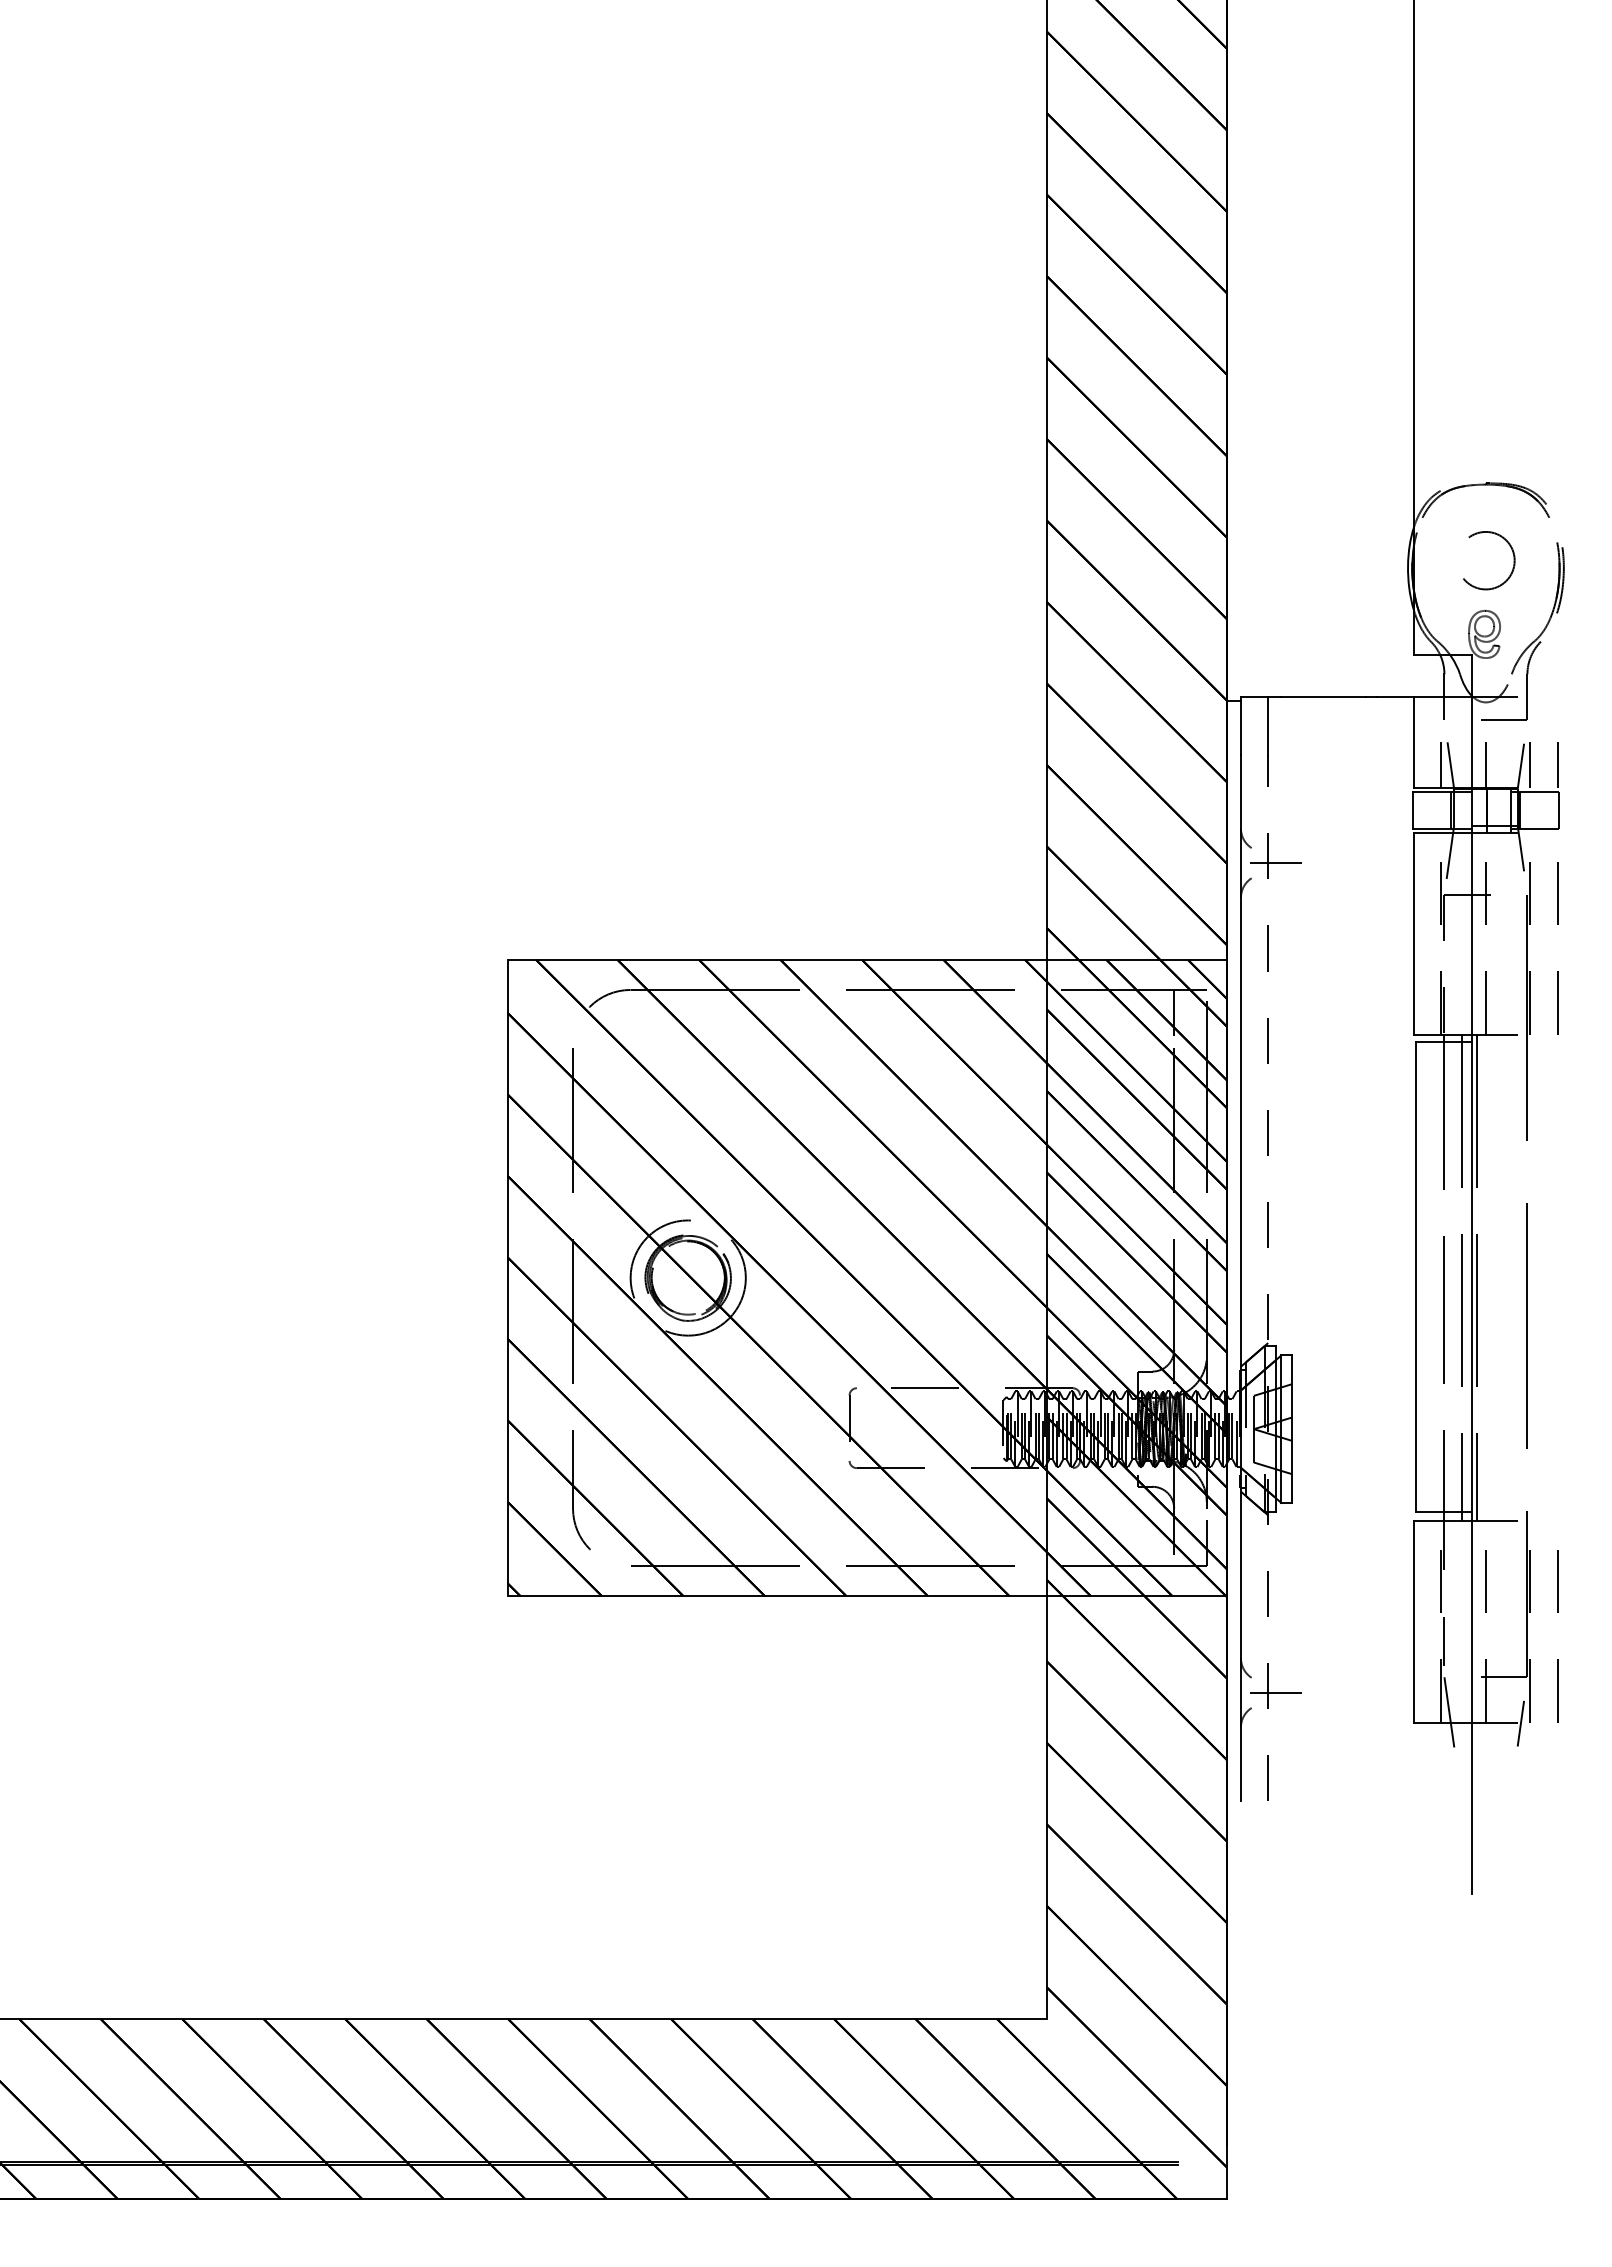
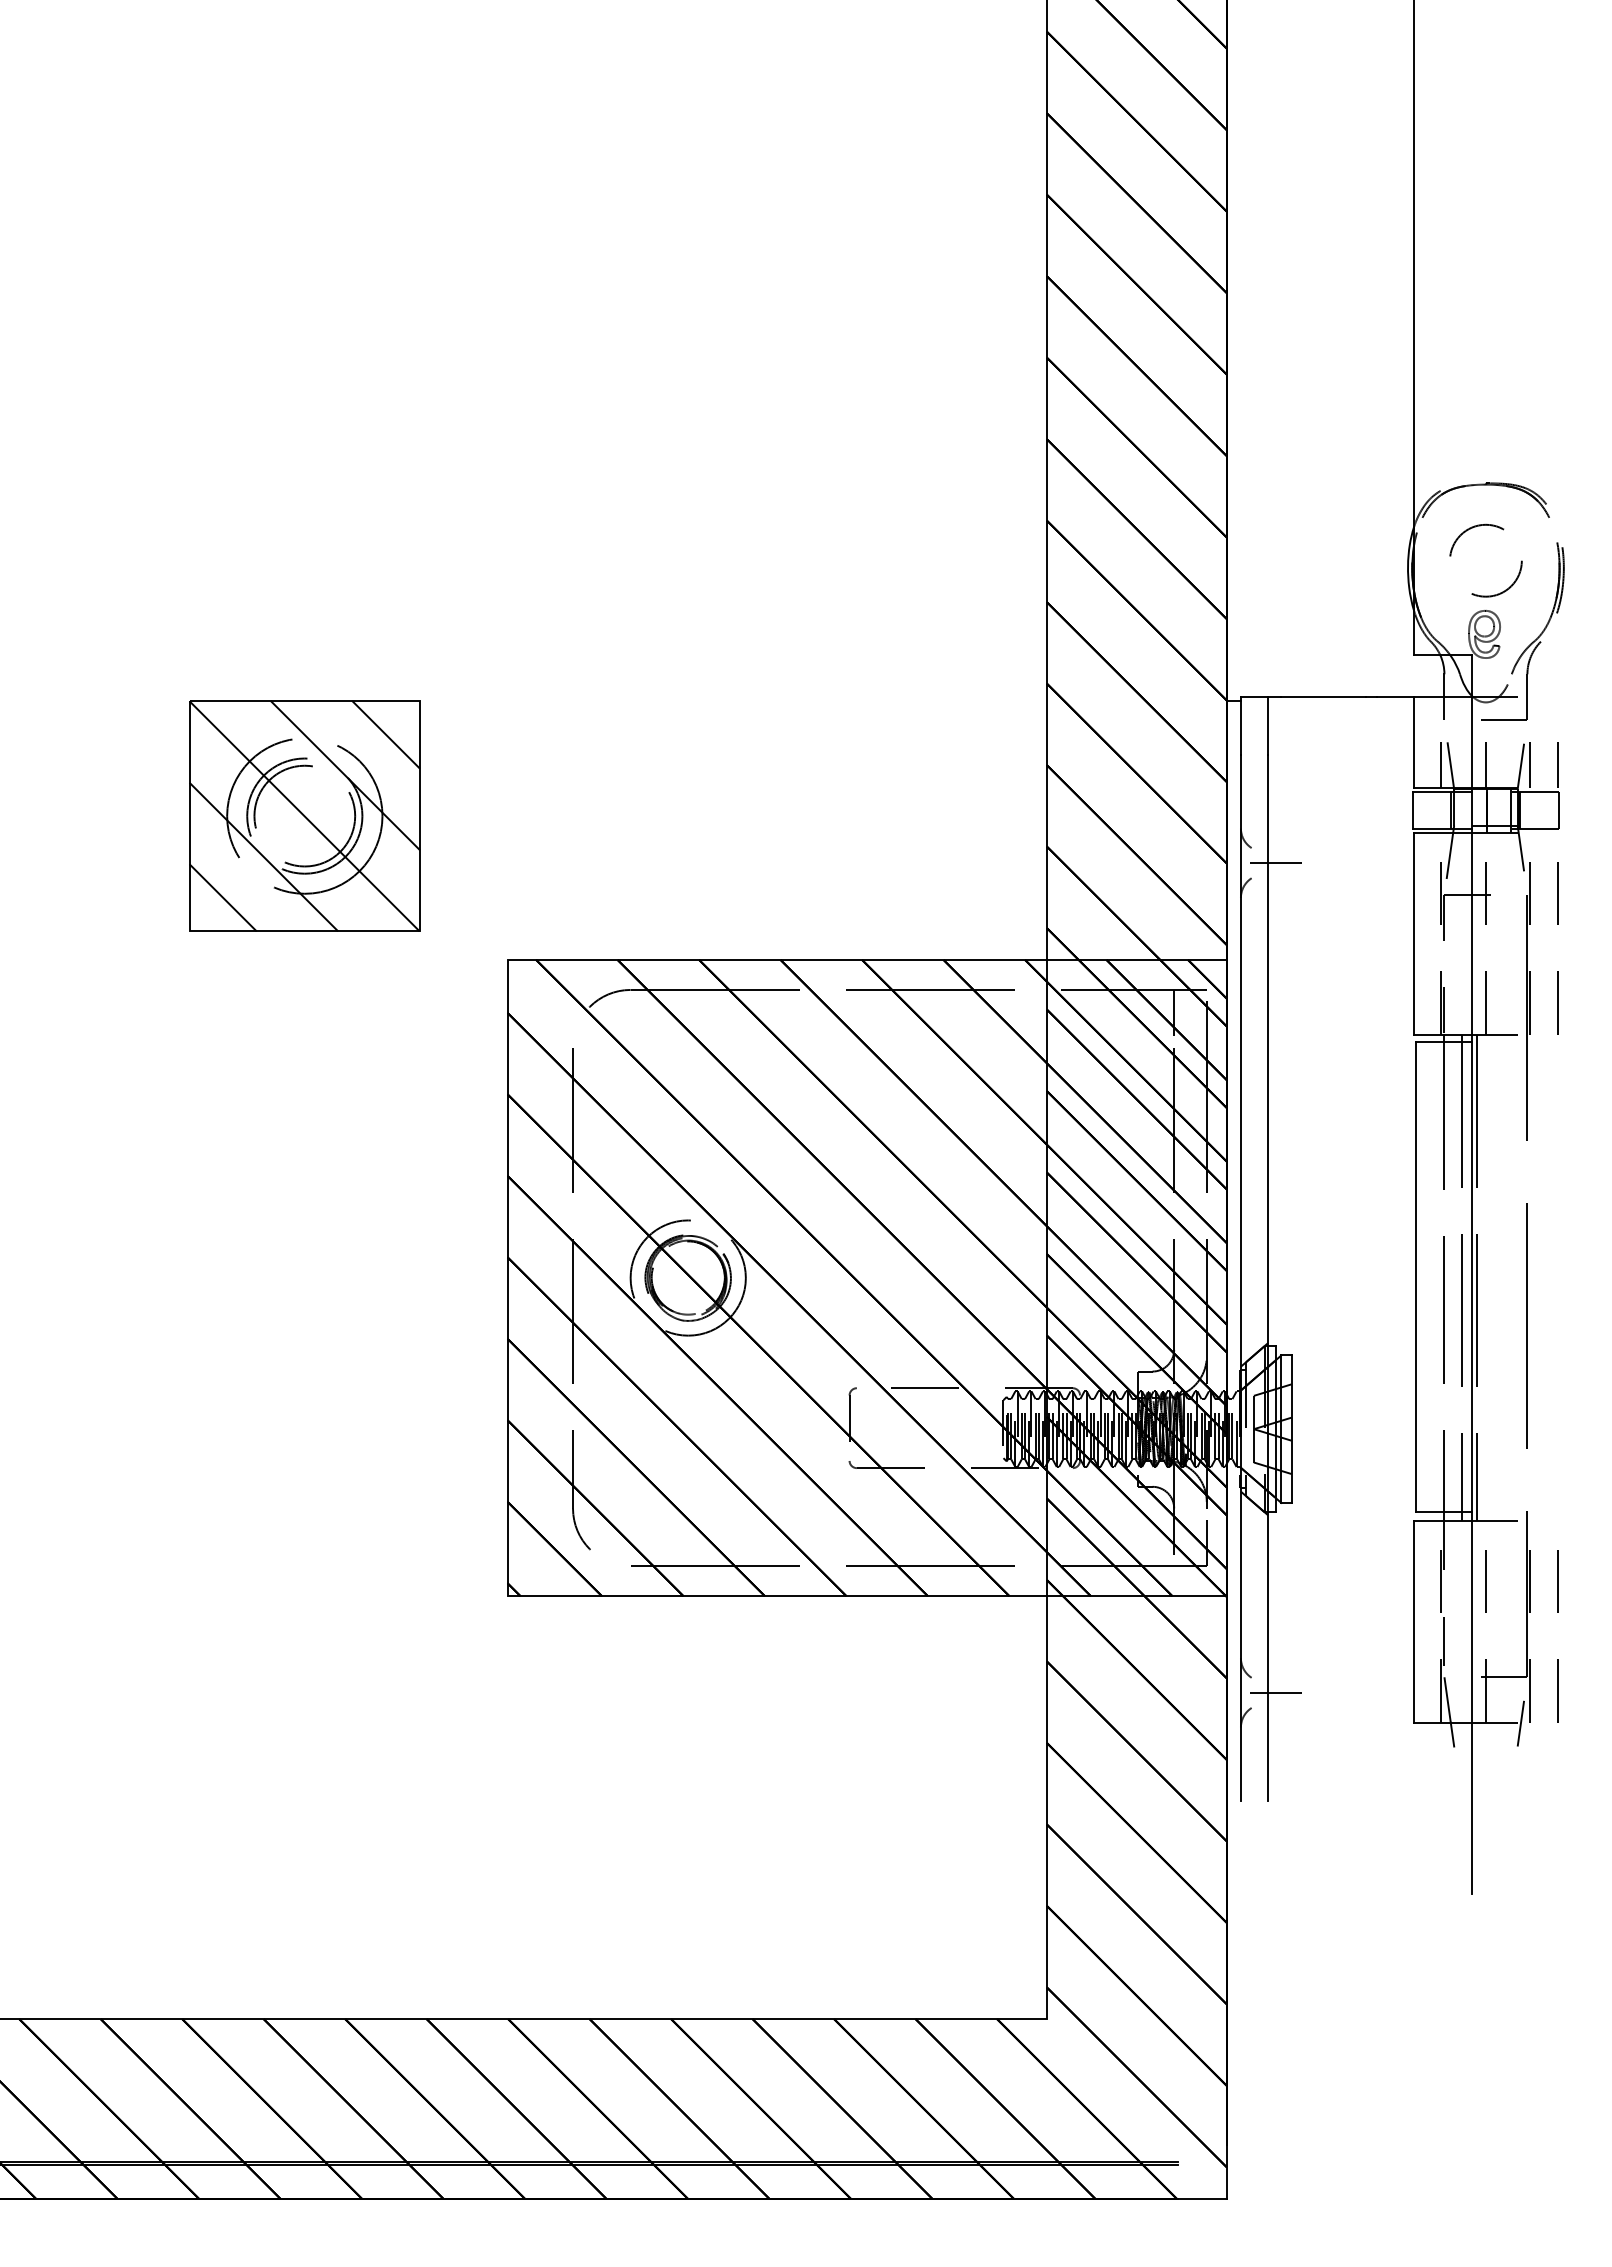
circle at (1488, 560) size: 54x60 px -> 74x75 px
part at (304, 815): none -> present
line at (1268, 1277): dashed -> solid
